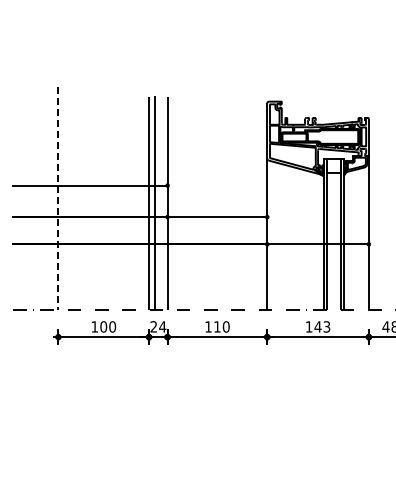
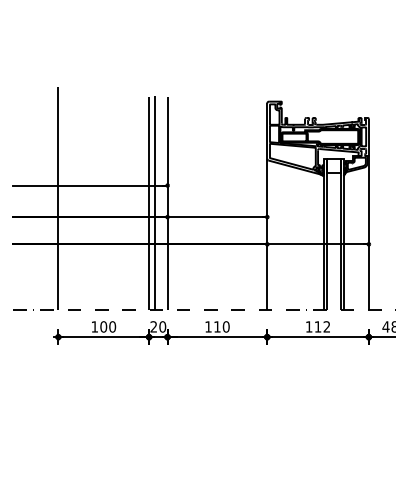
line at (58, 199): dashed -> solid
text at (162, 326): 24 -> 20
text at (322, 326): 143 -> 112
